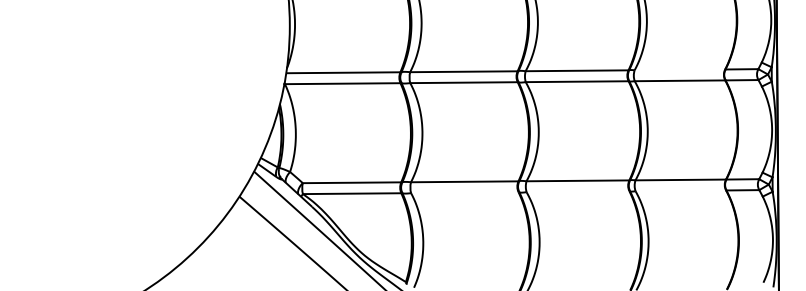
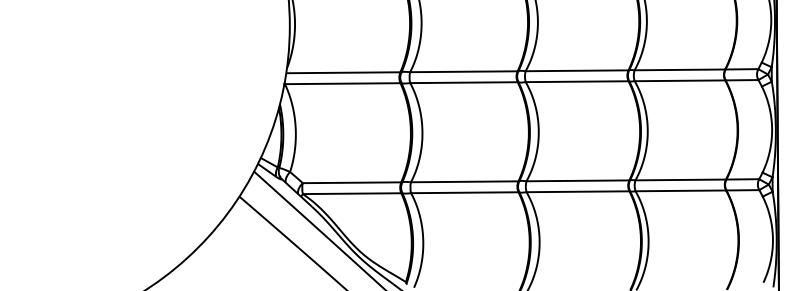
line at (679, 69): none -> present
line at (680, 190): none -> present
line at (577, 191): none -> present
line at (464, 192): none -> present
